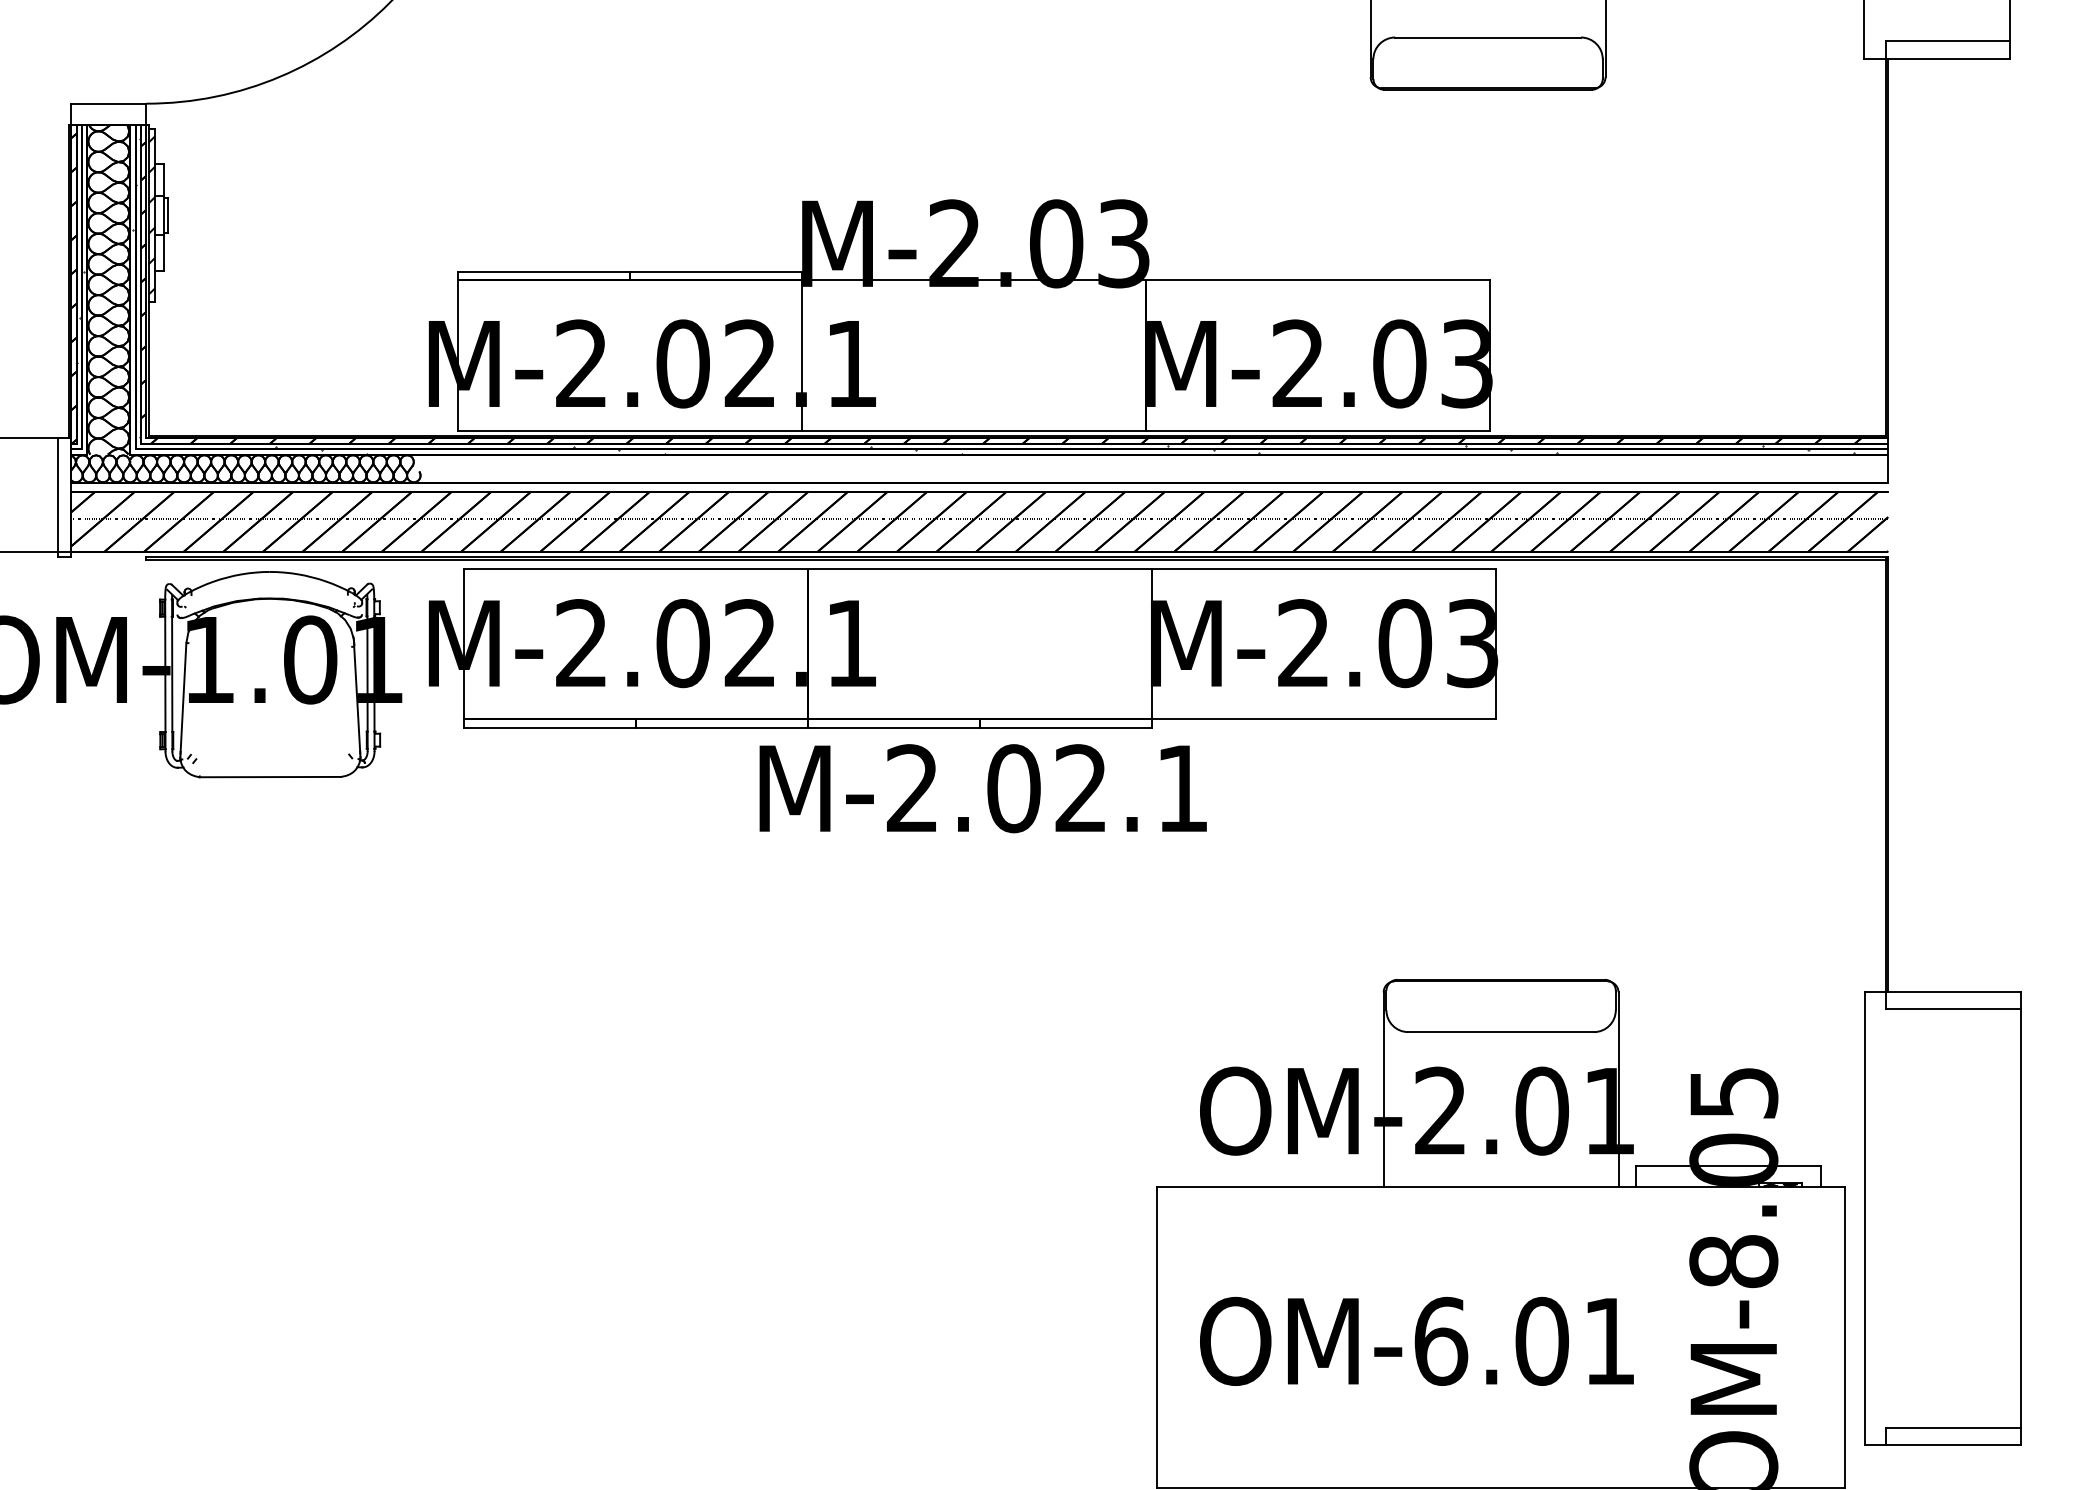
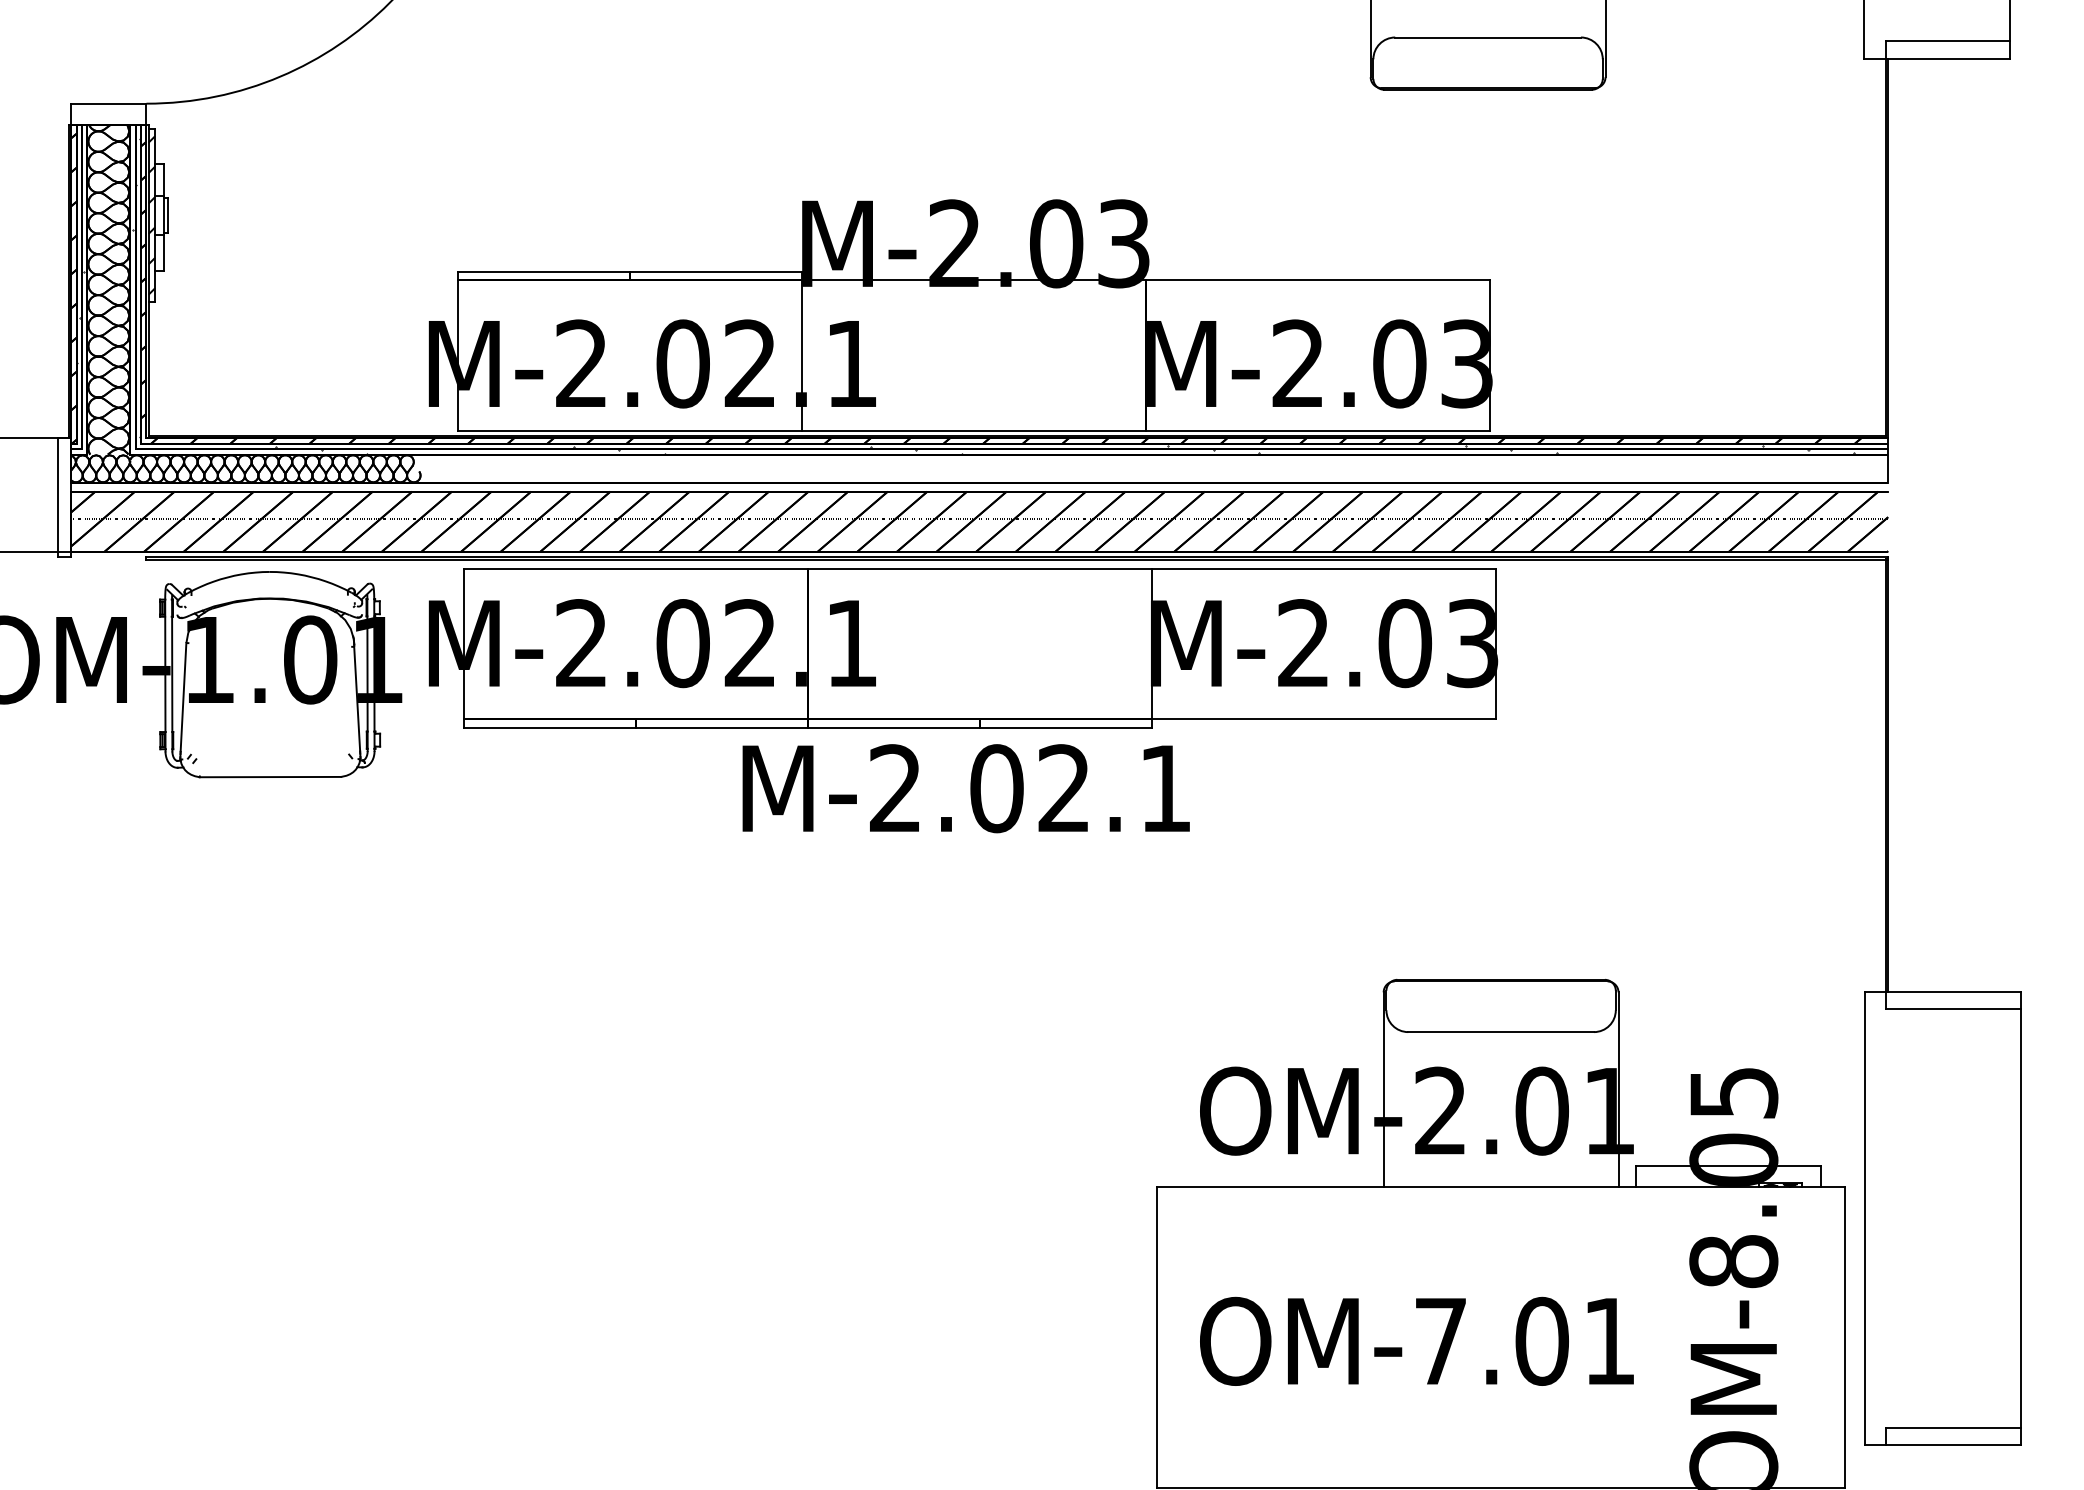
text at (982, 788) position: (982, 788) -> (965, 788)
text at (1441, 1340): OM-6.01 -> OM-7.01
